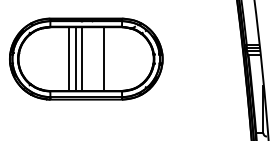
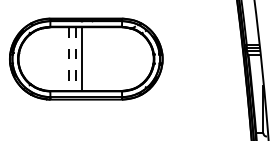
line at (103, 58): present -> none
line at (69, 59): solid -> dashed
line at (76, 59): solid -> dashed
